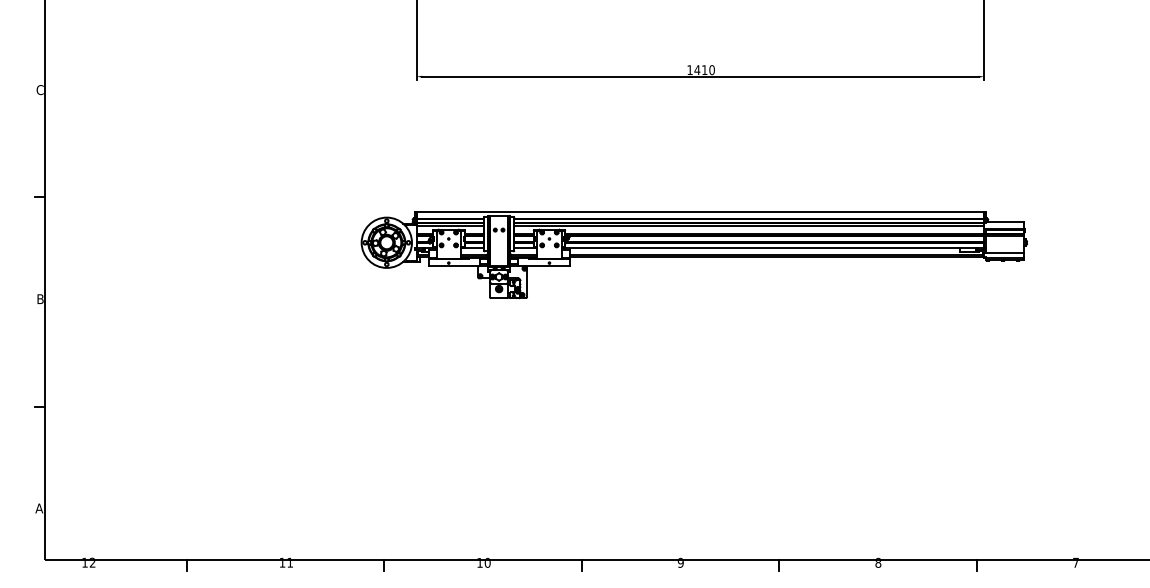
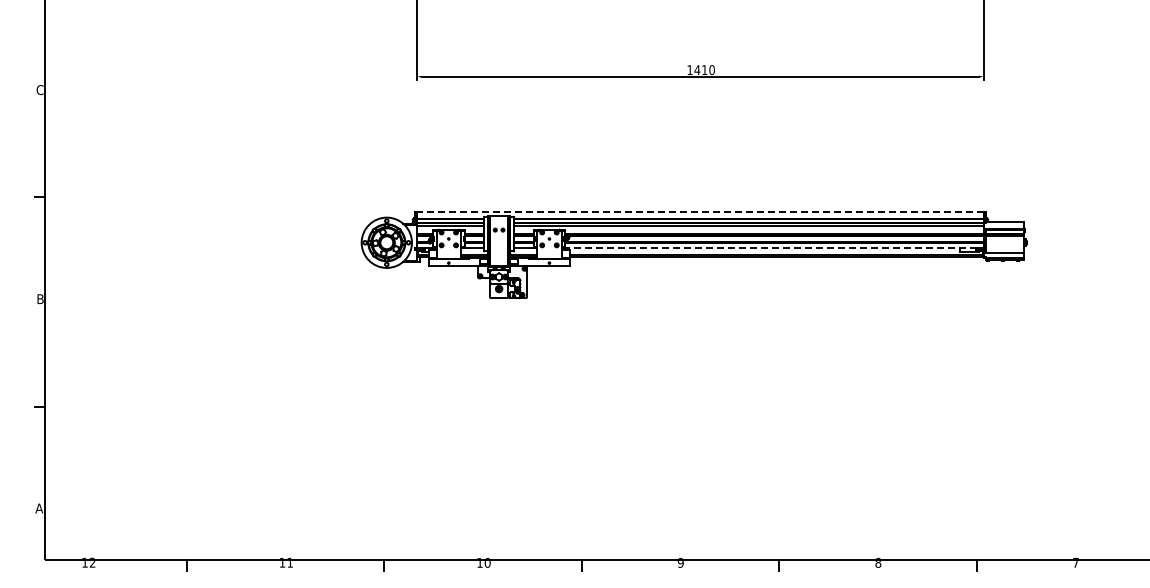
line at (700, 211): solid -> dashed
line at (769, 248): solid -> dashed
